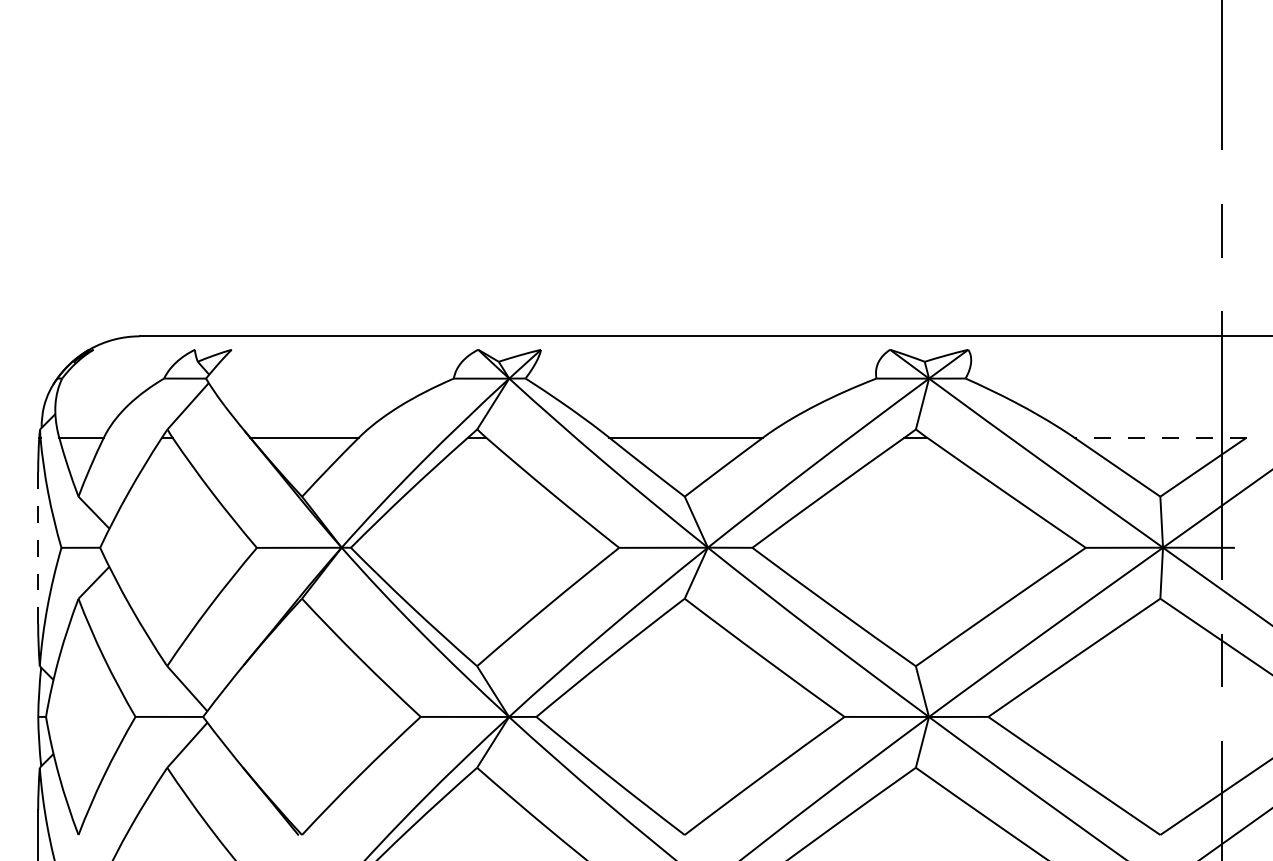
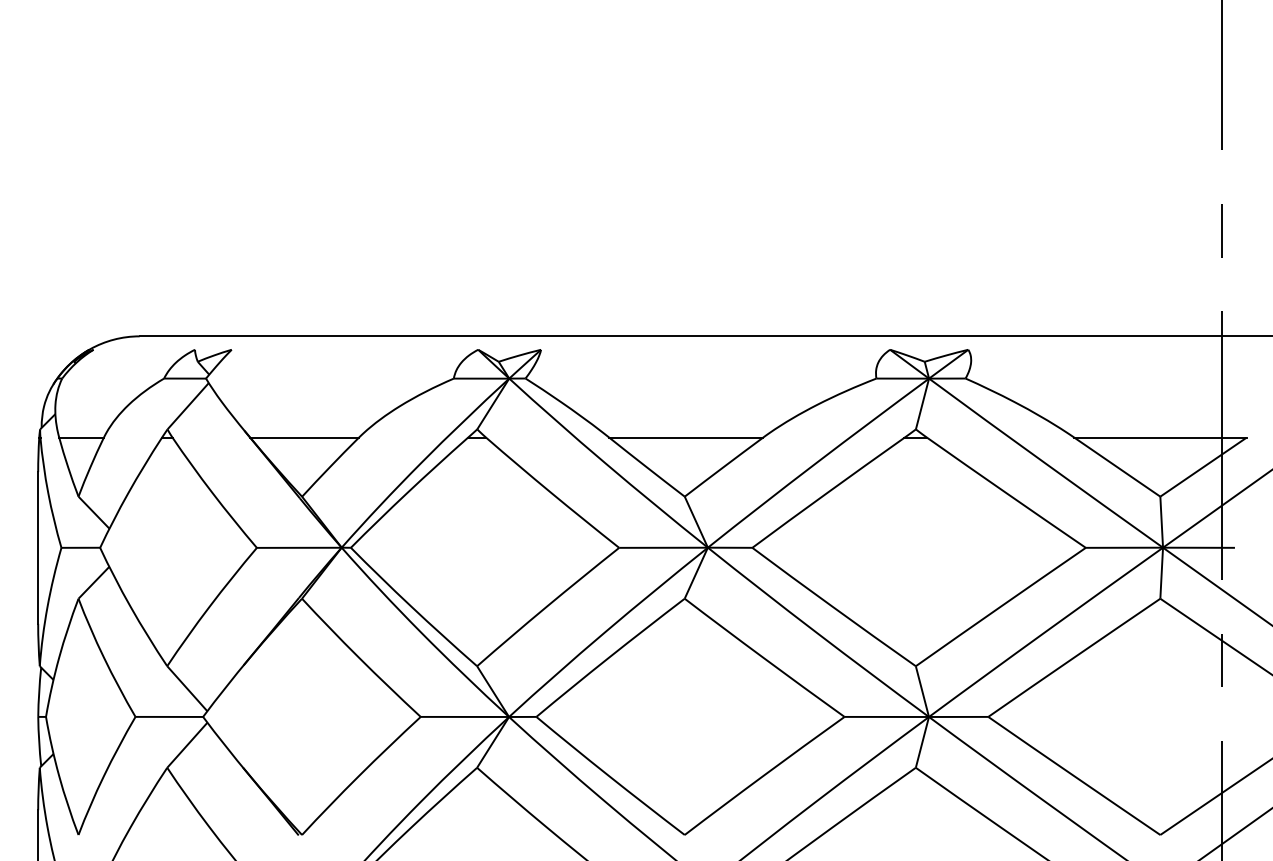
line at (1160, 437): dashed -> solid
line at (38, 547): dashed -> solid
